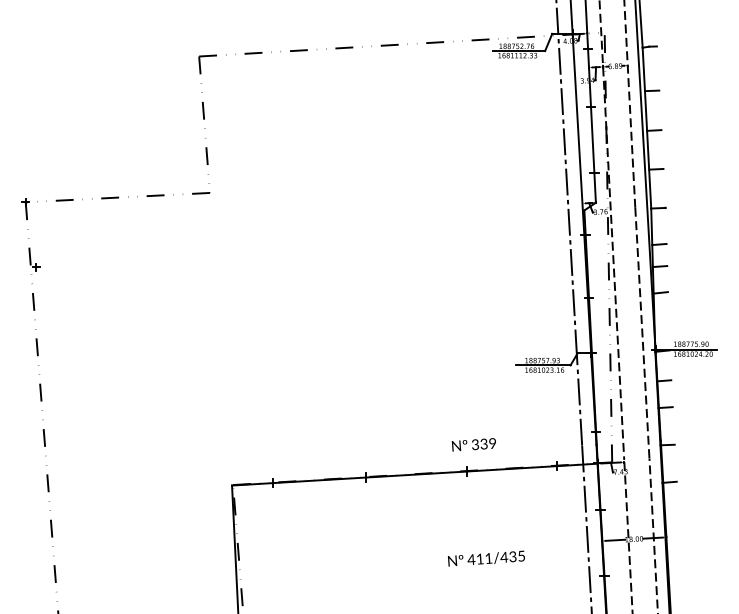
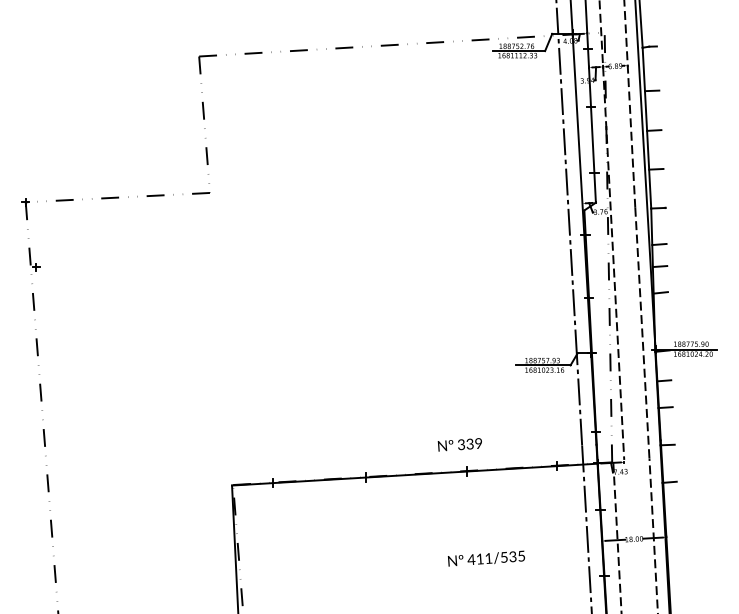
text at (473, 444) position: (473, 444) -> (459, 444)
line at (628, 534) position: (628, 534) -> (617, 535)
text at (504, 557): 411/435 -> 411/535
